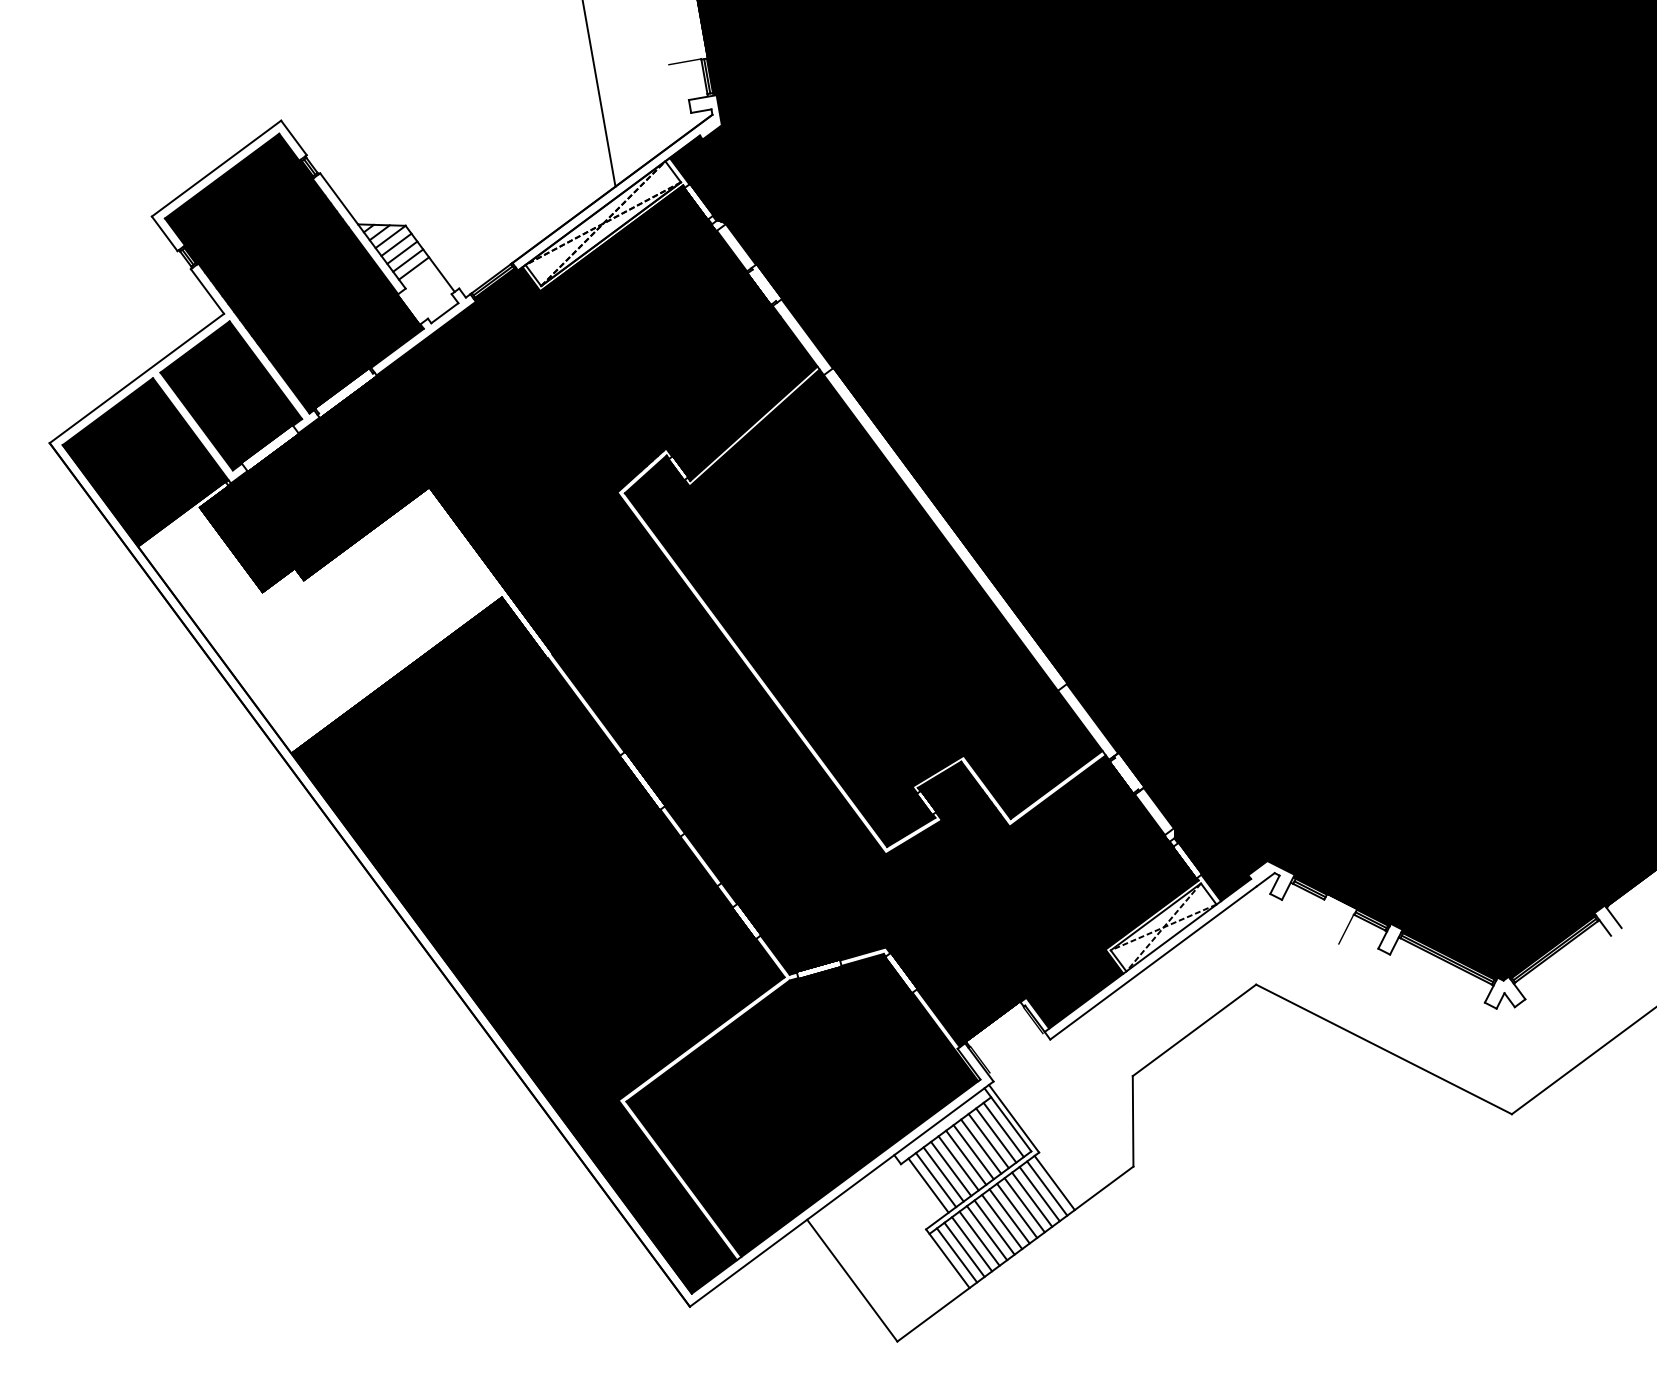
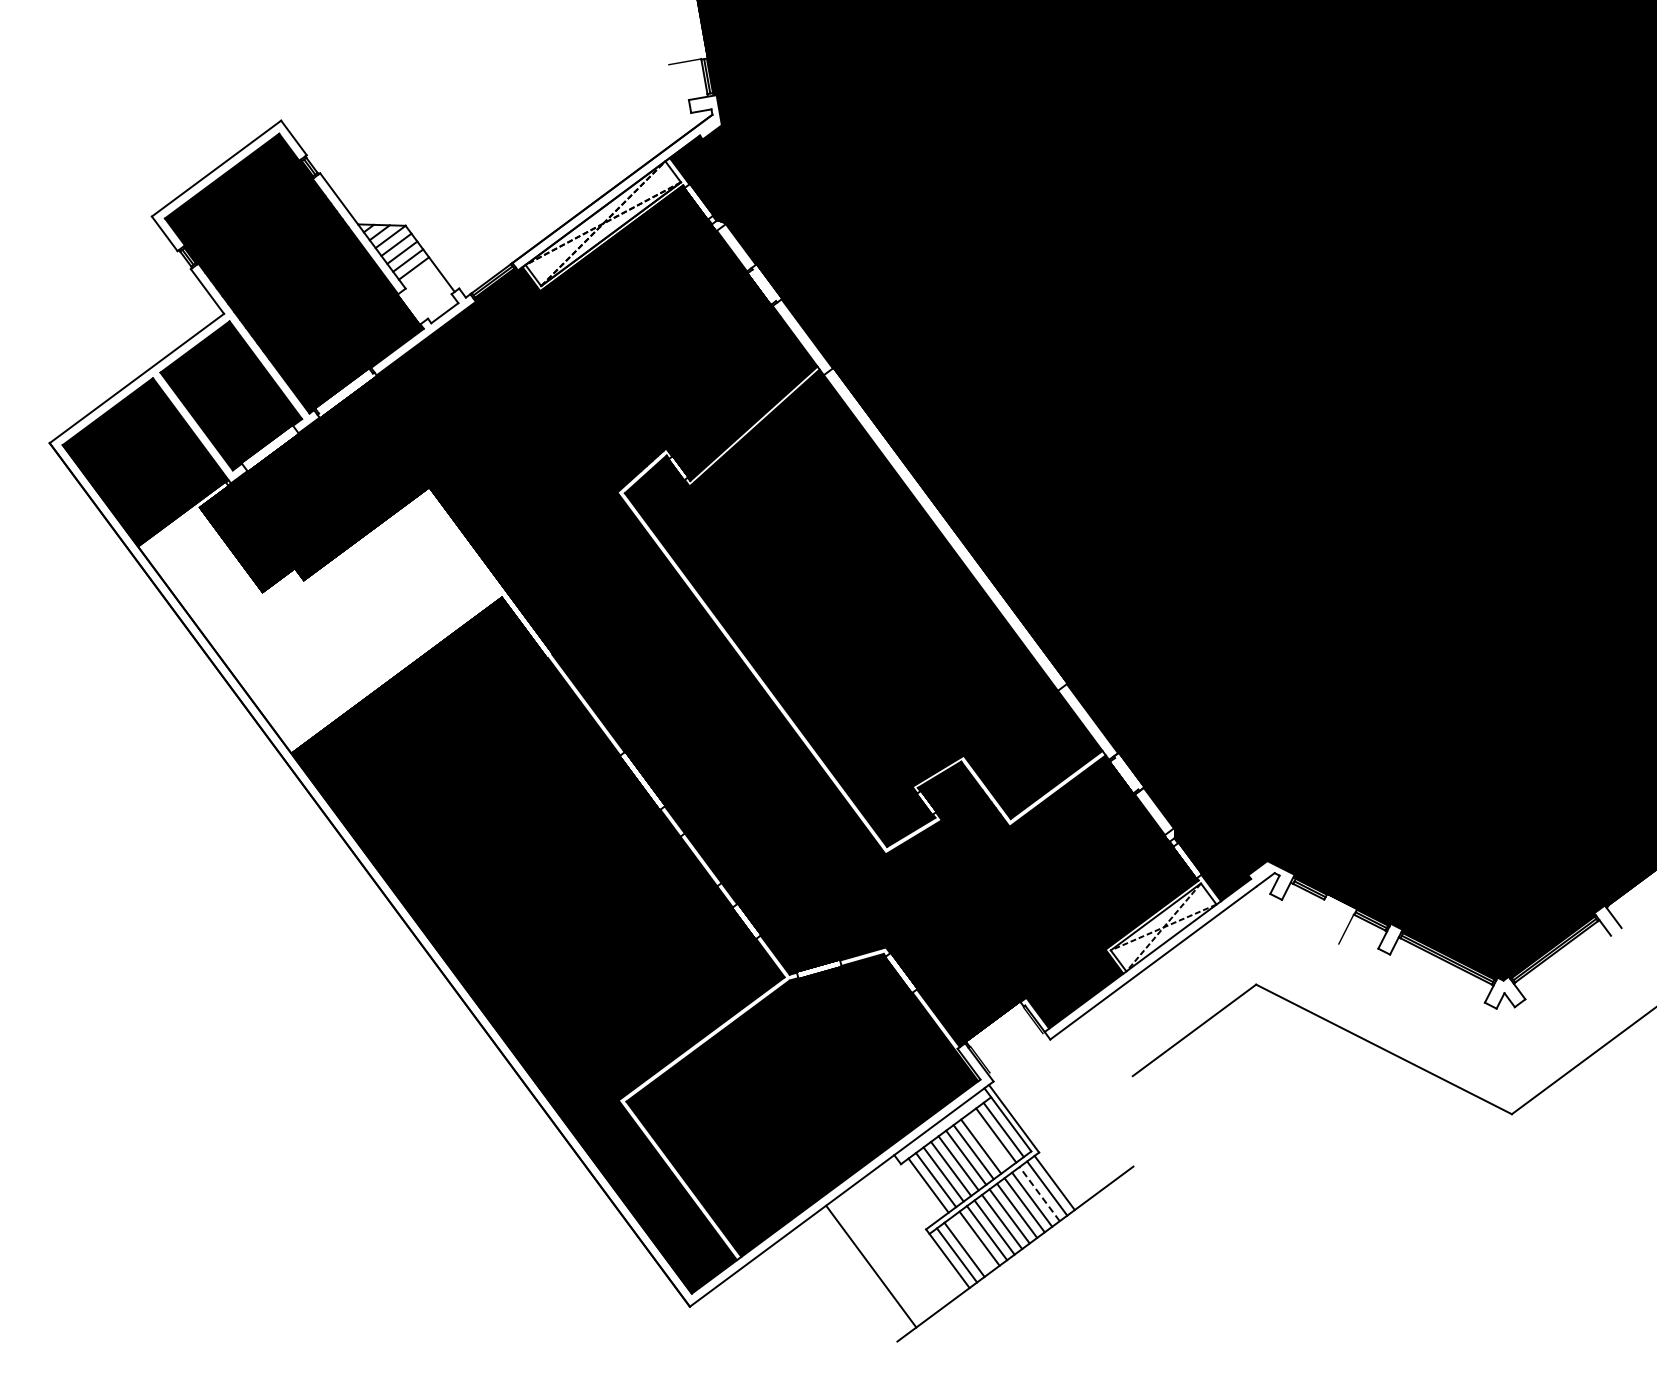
line at (599, 94): present -> none
line at (1132, 1121): present -> none
line at (988, 1141): present -> none
line at (1039, 1194): solid -> dashed
line at (972, 1244): present -> none
line at (852, 1280) position: (852, 1280) -> (871, 1266)
